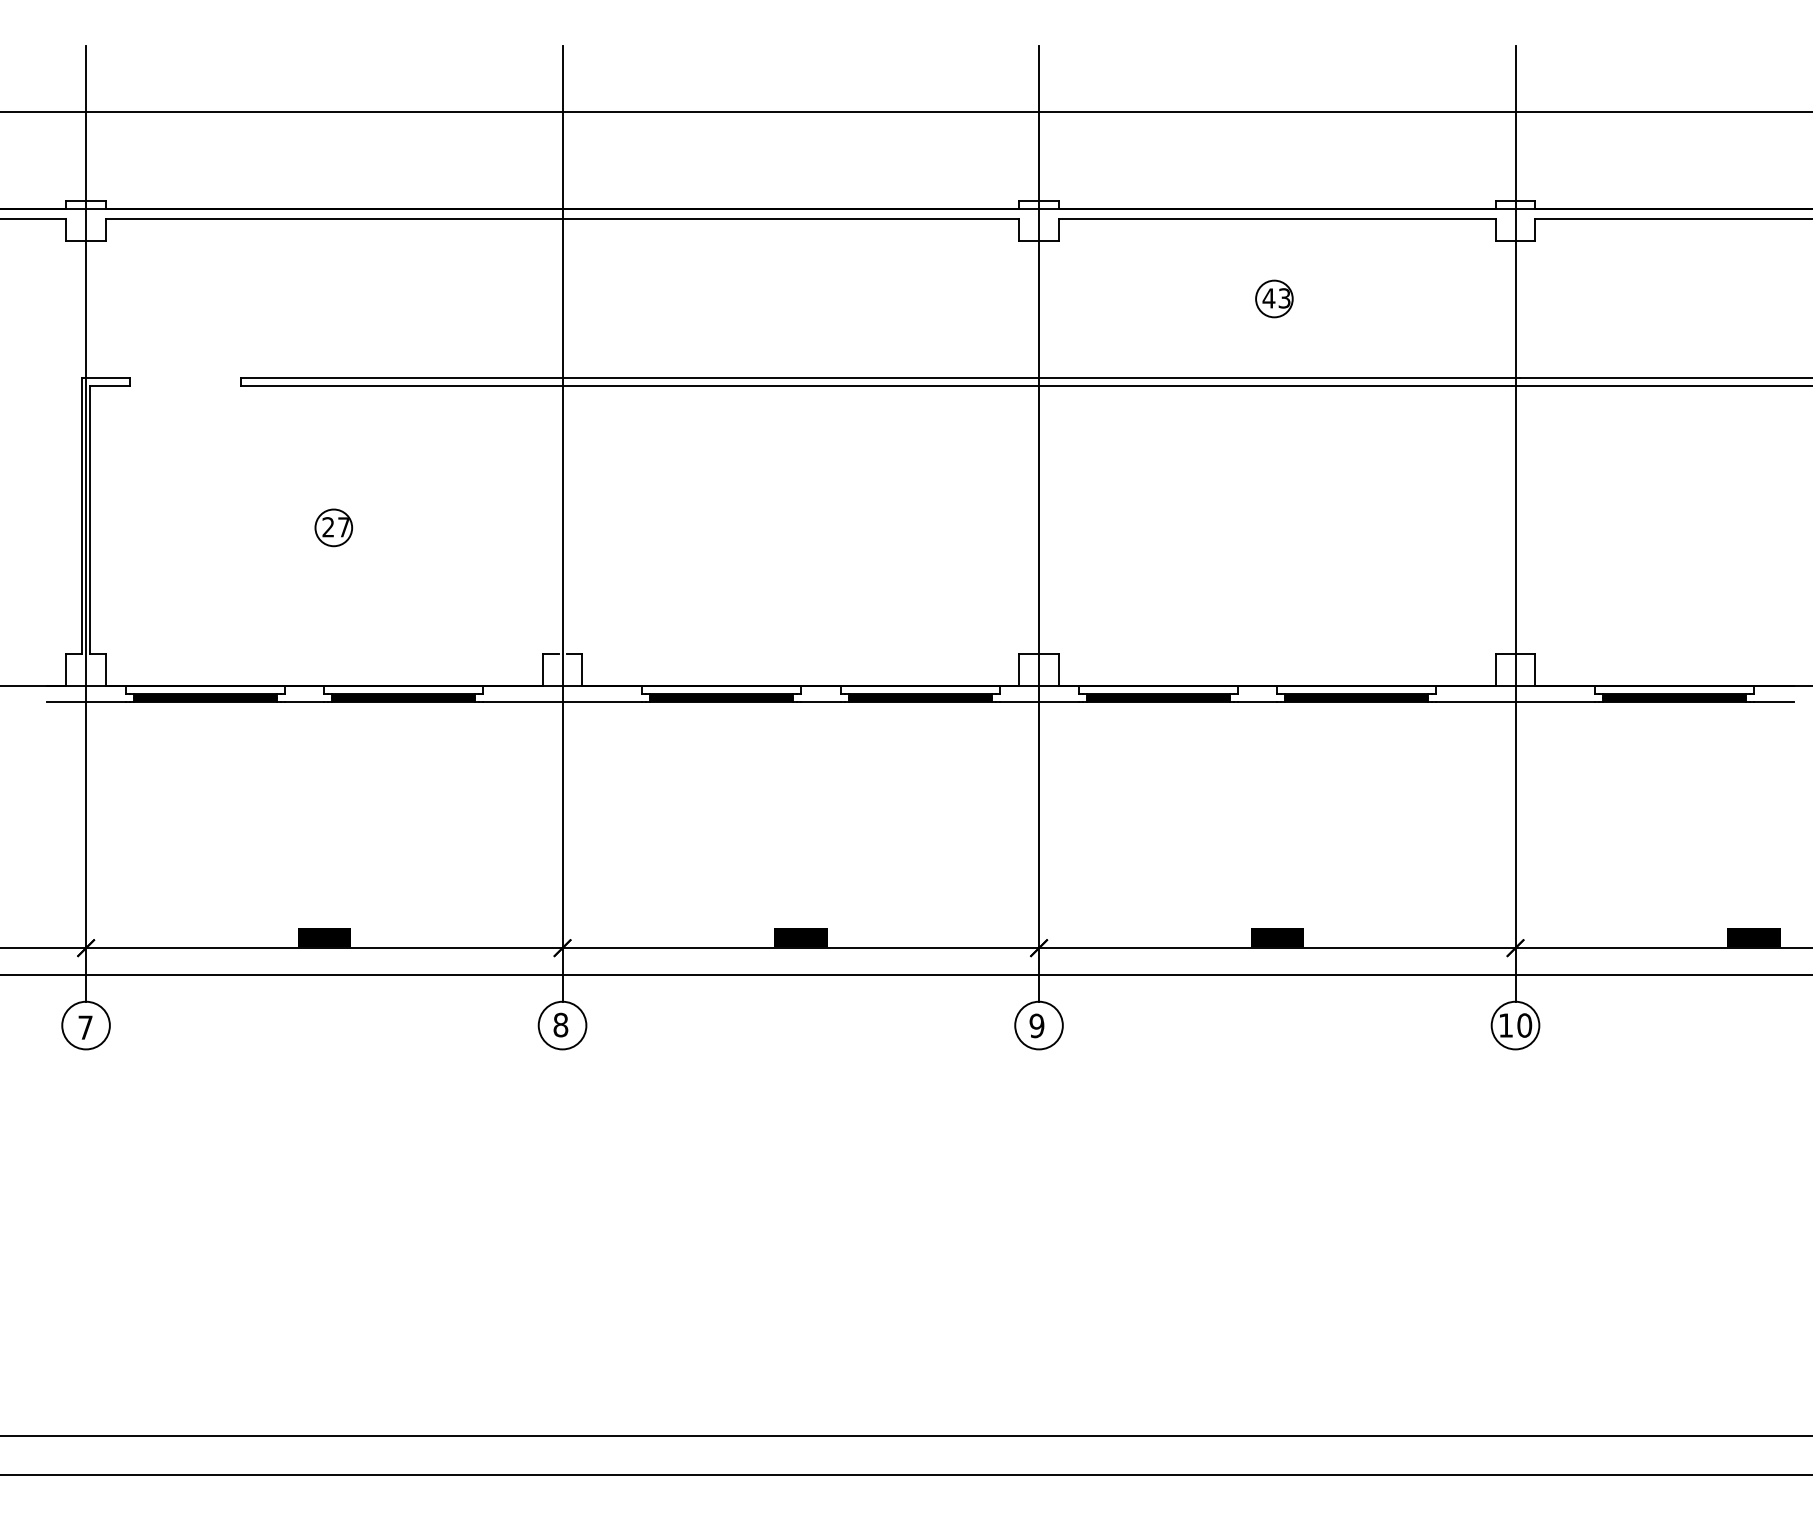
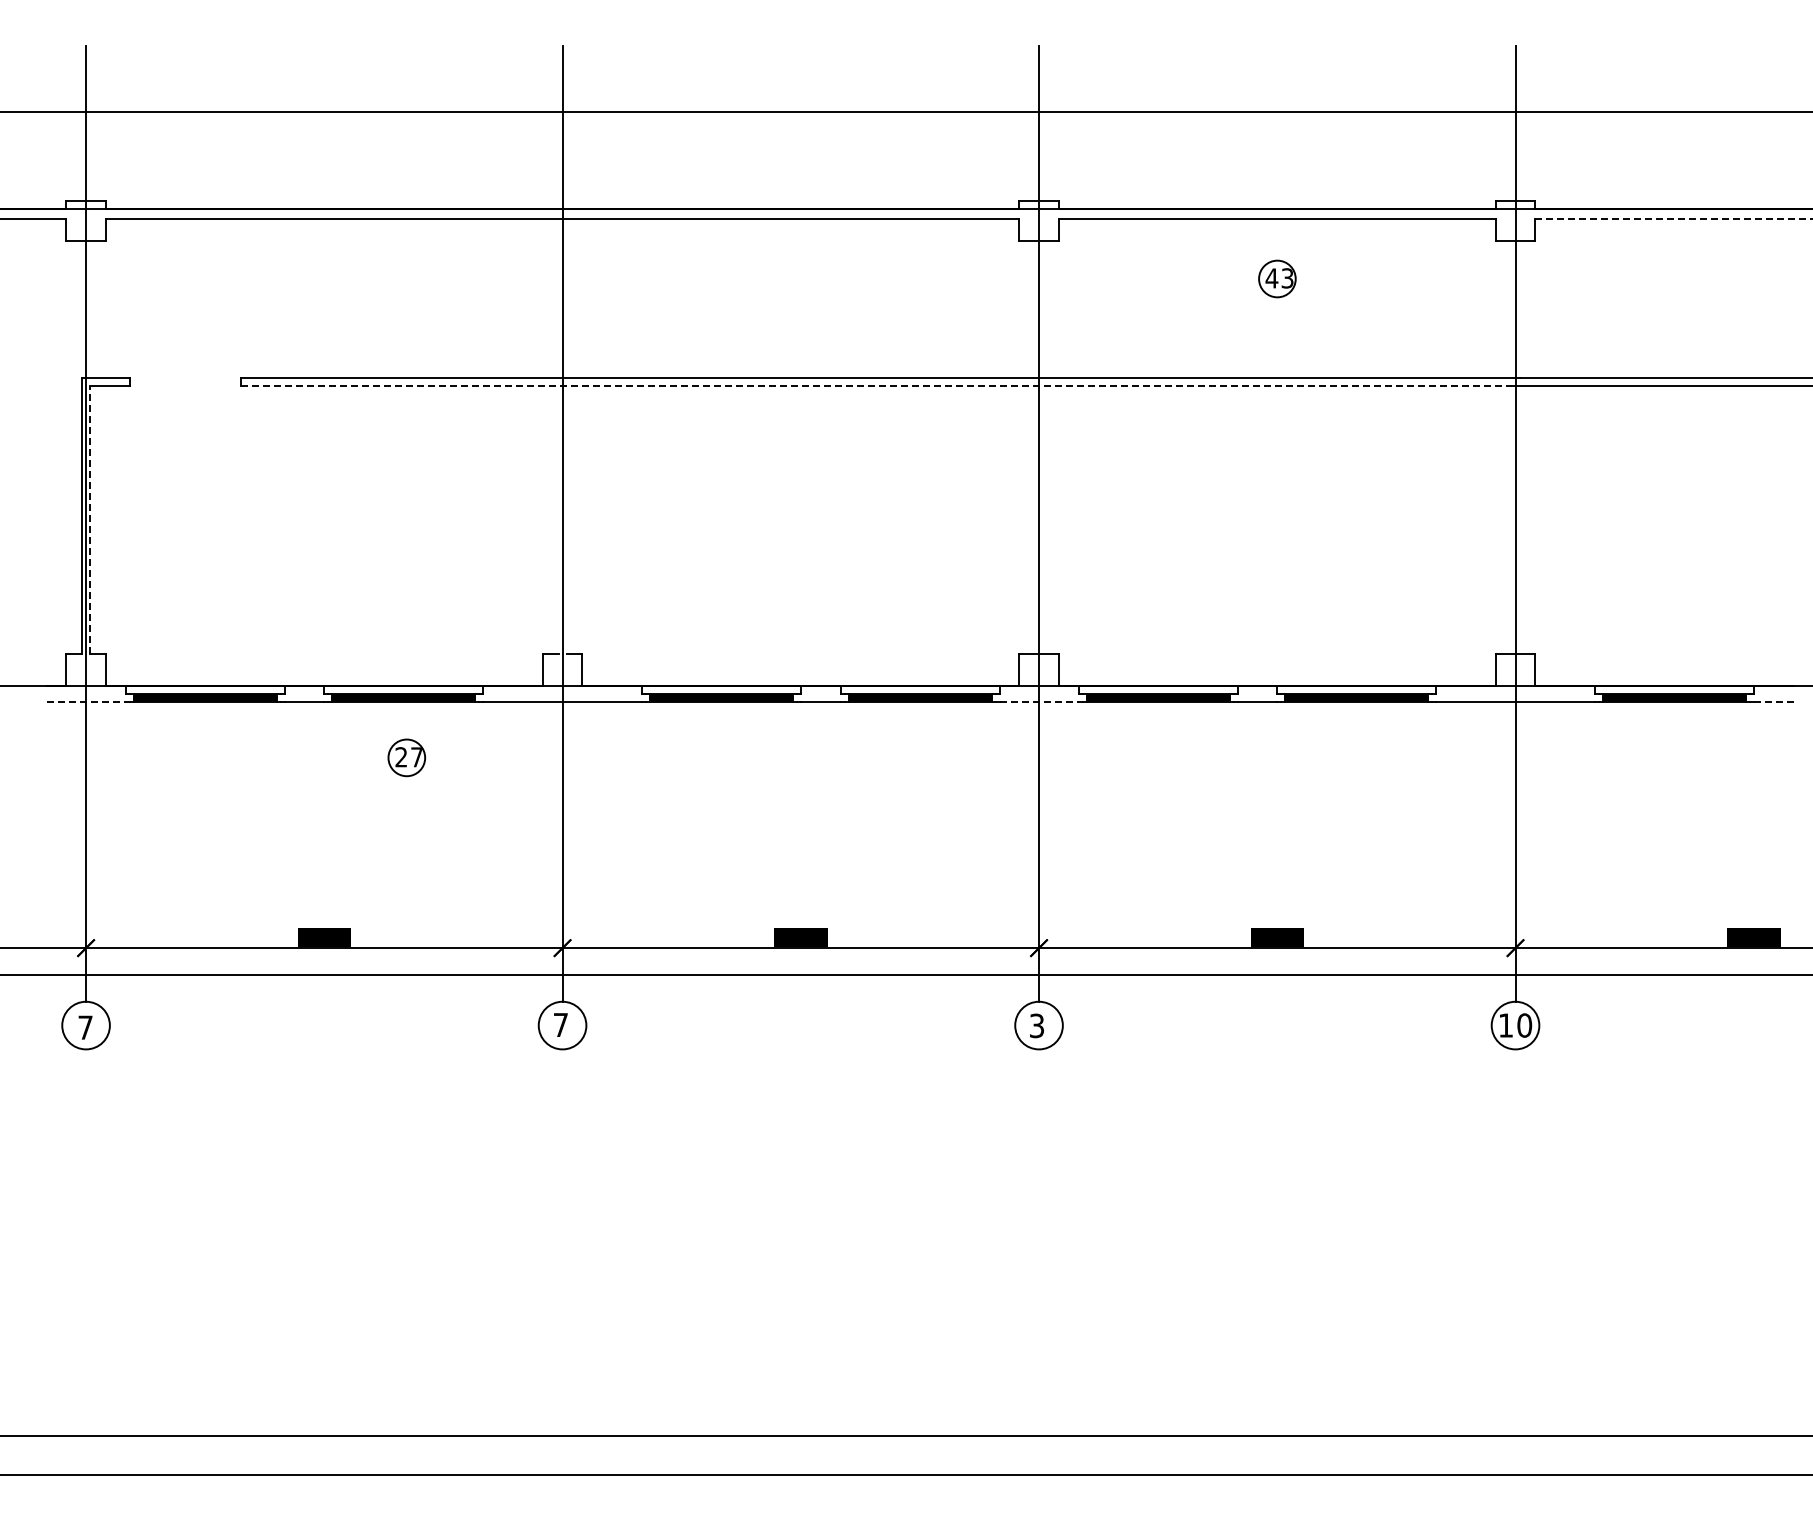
line at (1674, 218): solid -> dashed
part at (1274, 298) position: (1274, 298) -> (1277, 278)
line at (876, 385): solid -> dashed
line at (90, 519): solid -> dashed
part at (333, 527) position: (333, 527) -> (406, 757)
line at (86, 701): solid -> dashed
line at (1039, 701): solid -> dashed
line at (1773, 701): solid -> dashed
text at (560, 1024): 8 -> 7
text at (1036, 1025): 9 -> 3
